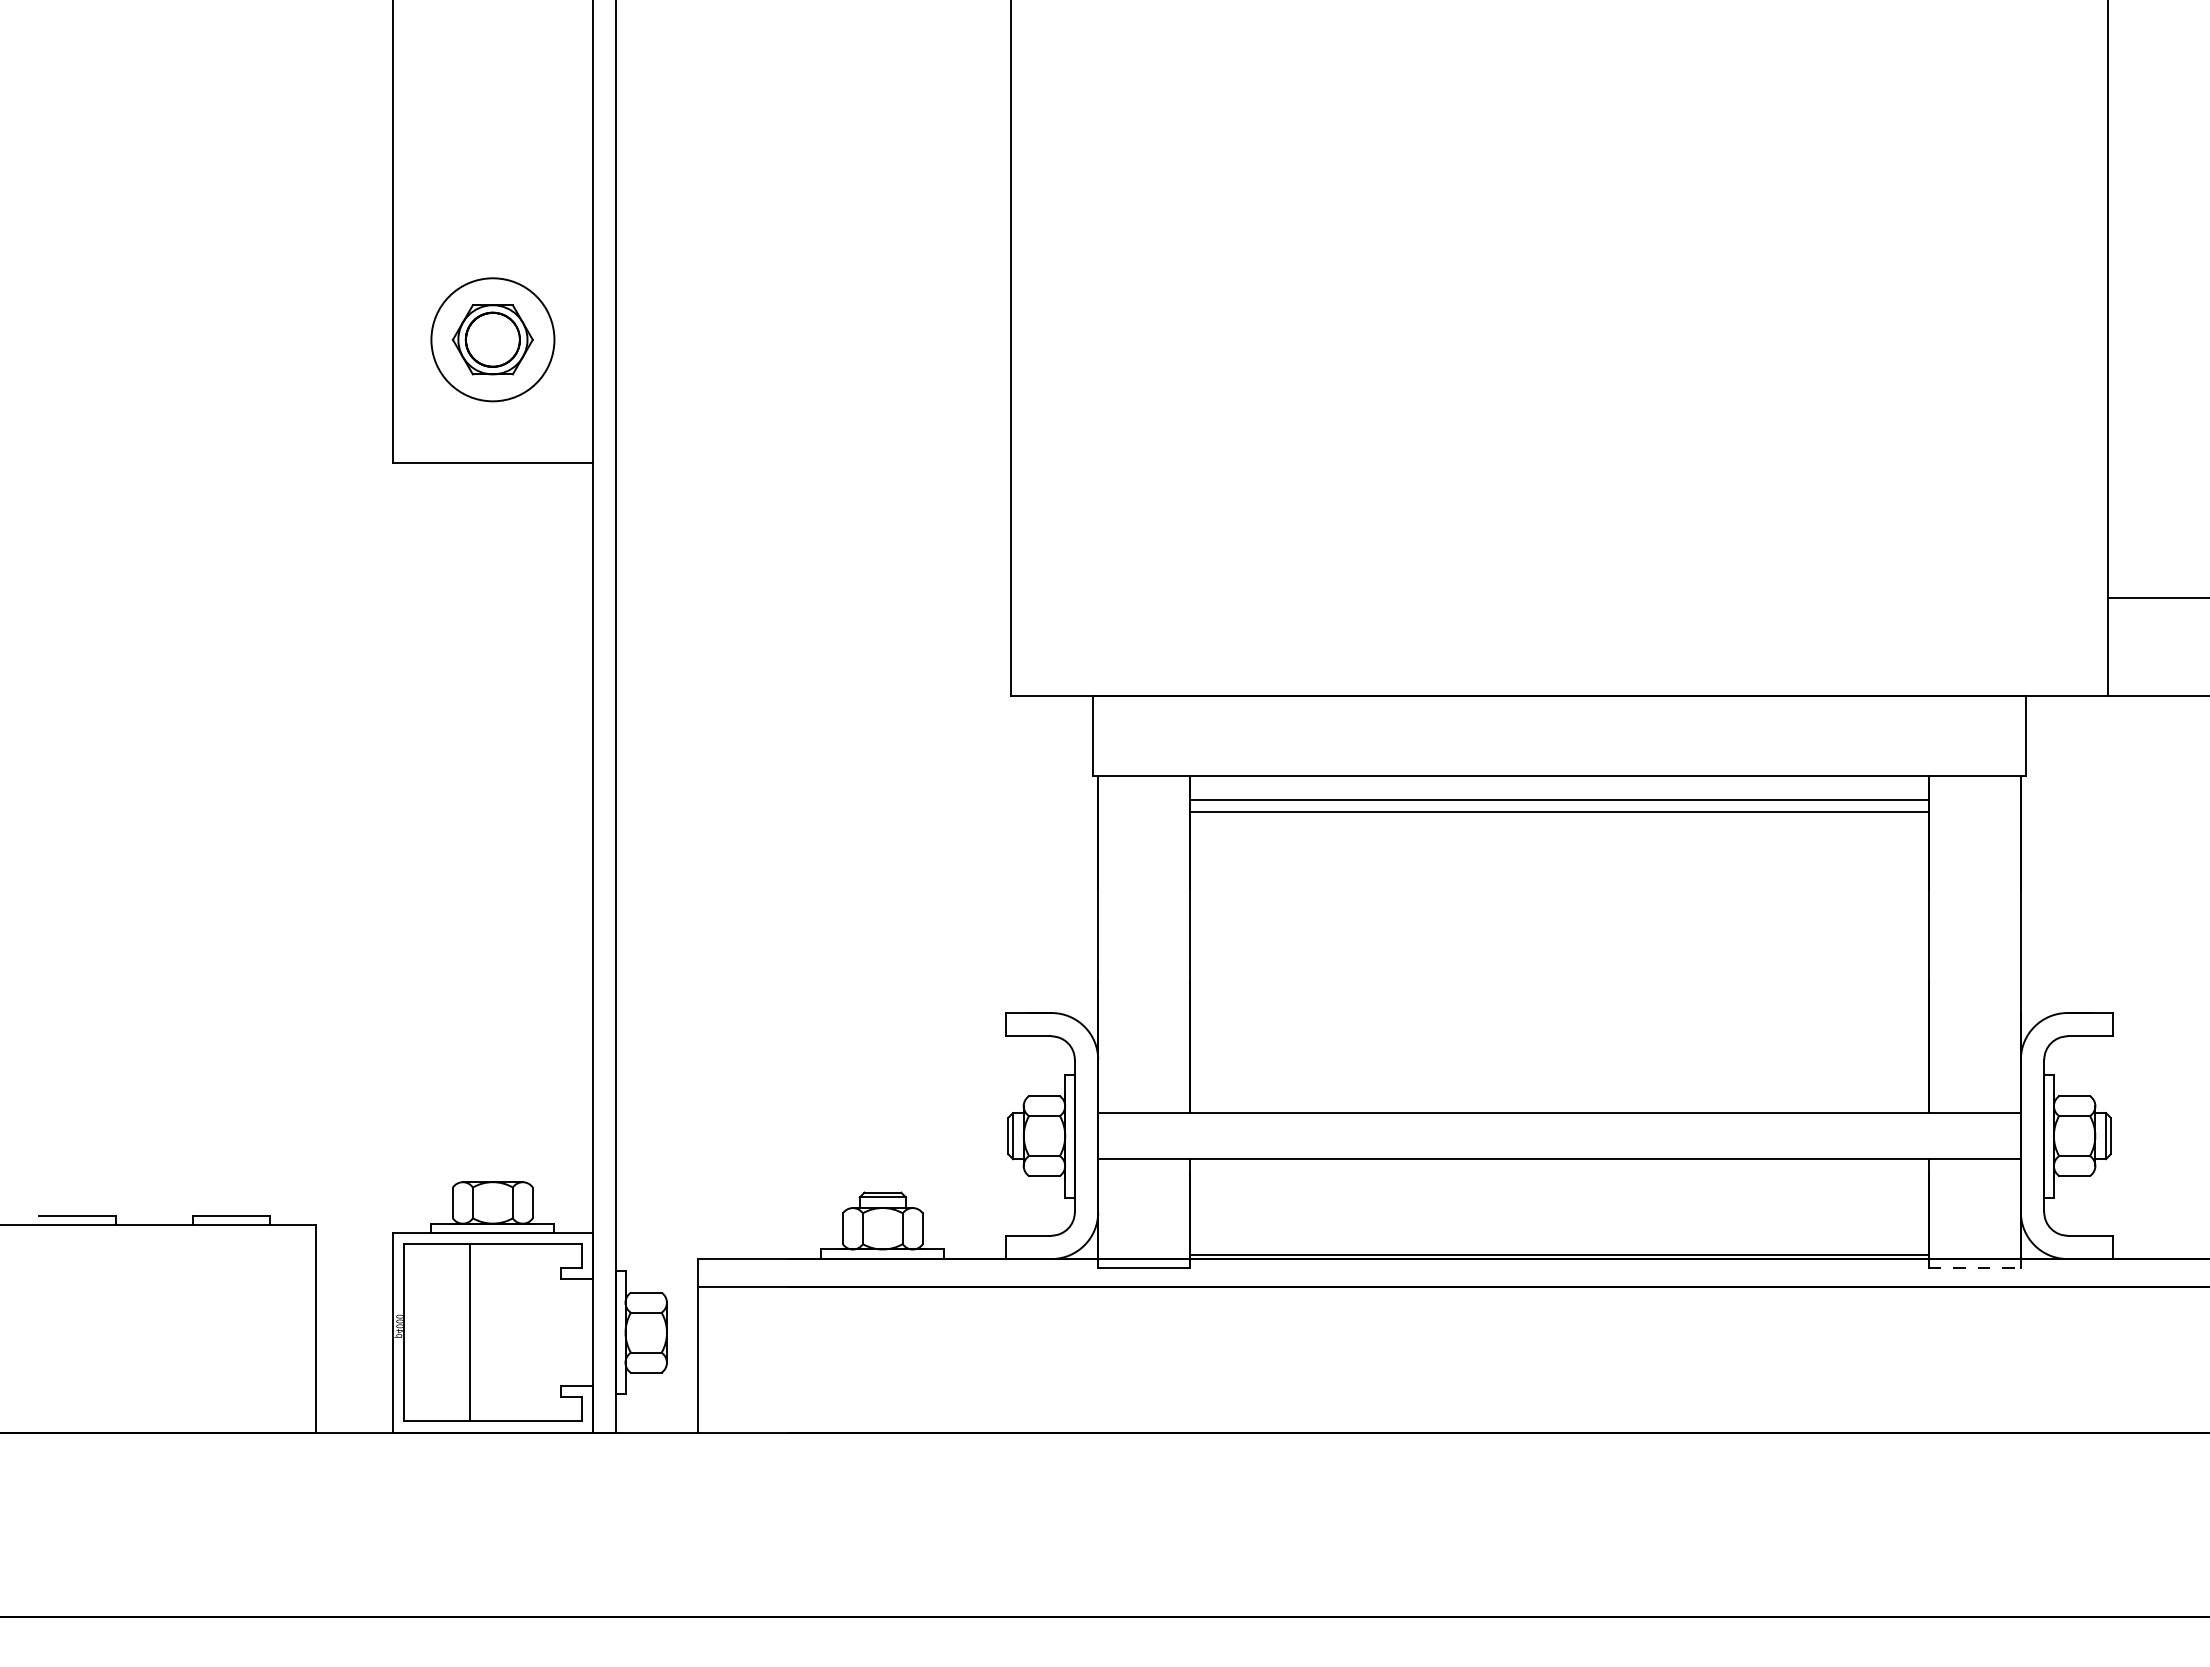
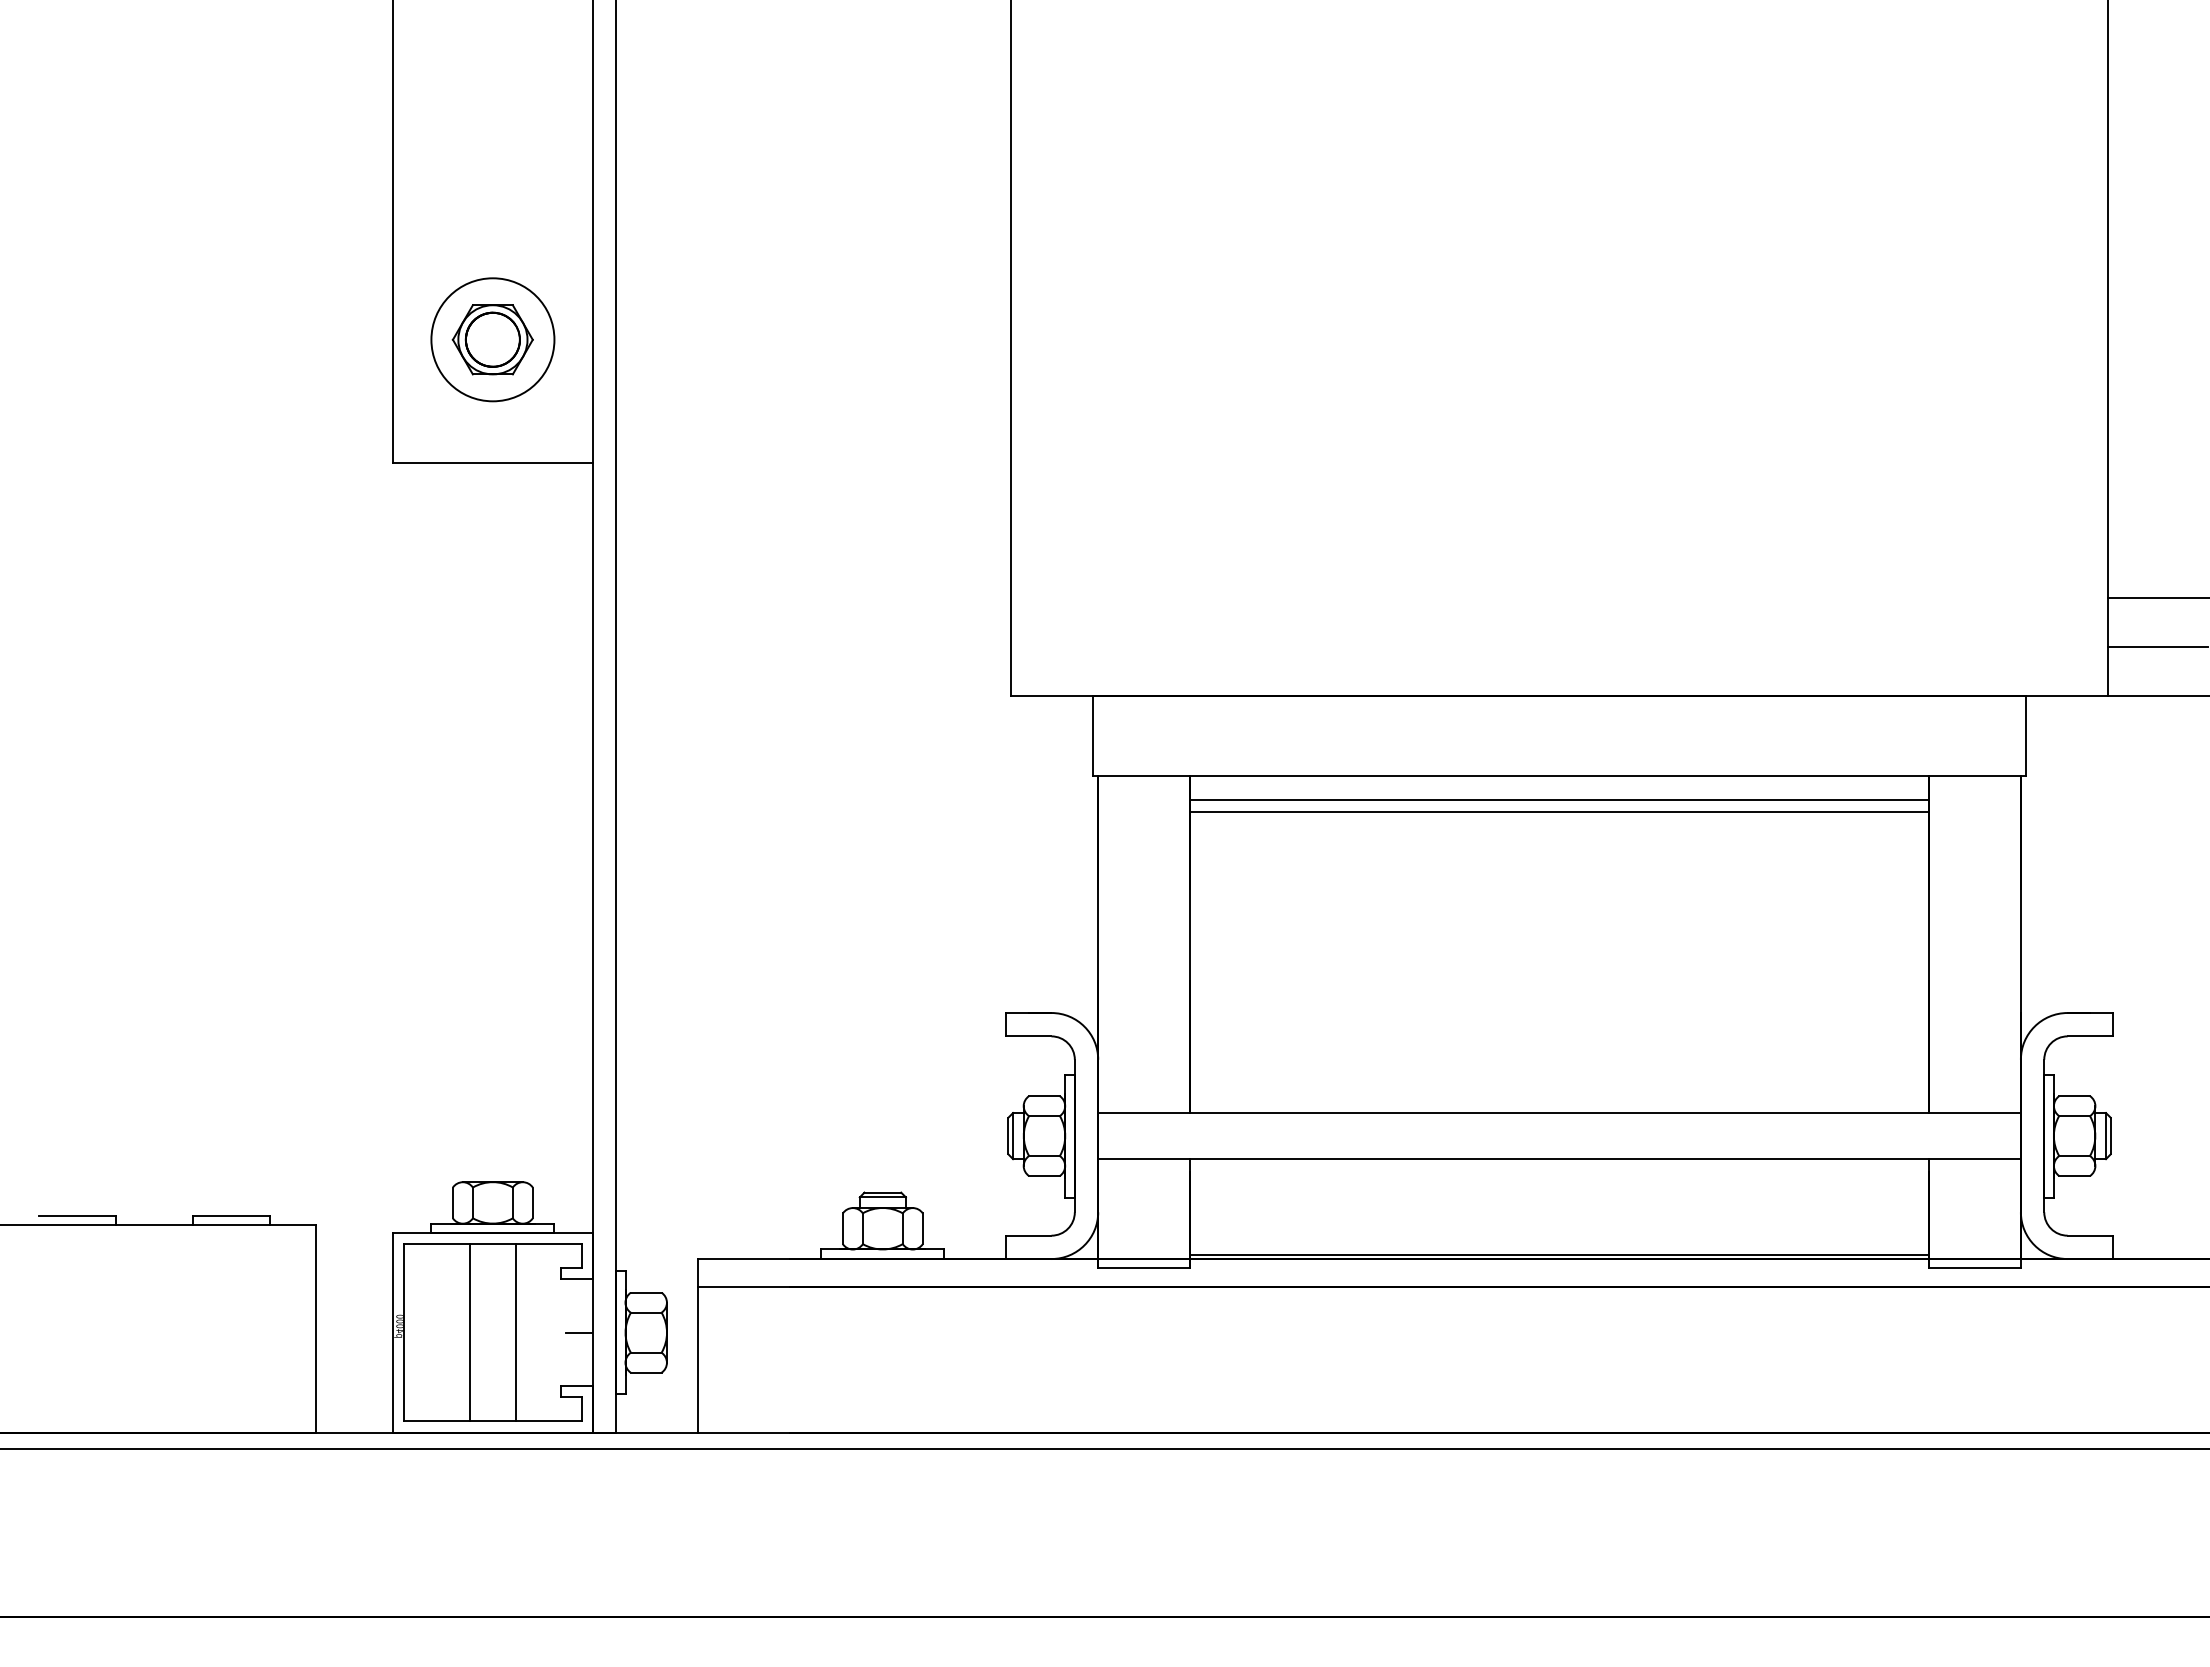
line at (2156, 647): none -> present
line at (1975, 1268): dashed -> solid
line at (516, 1332): none -> present
line at (579, 1332): none -> present
line at (1104, 1449): none -> present
